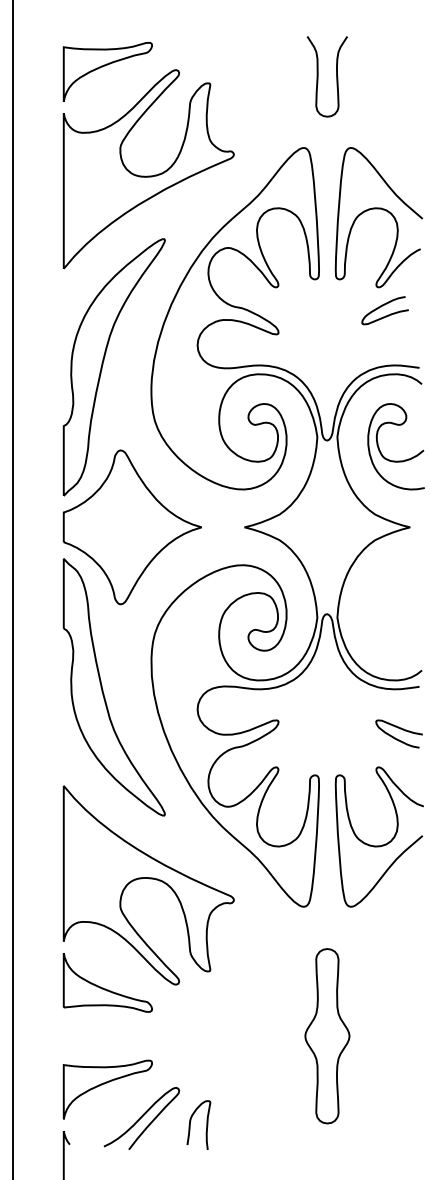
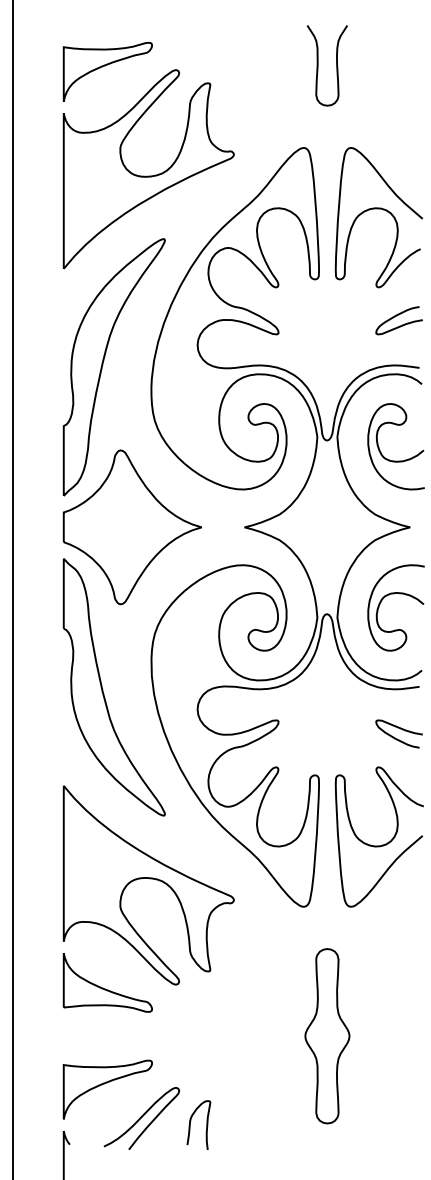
curve at (318, 76) position: (318, 76) -> (318, 65)
curve at (383, 306) position: (383, 306) -> (397, 316)
curve at (394, 594): none -> present
